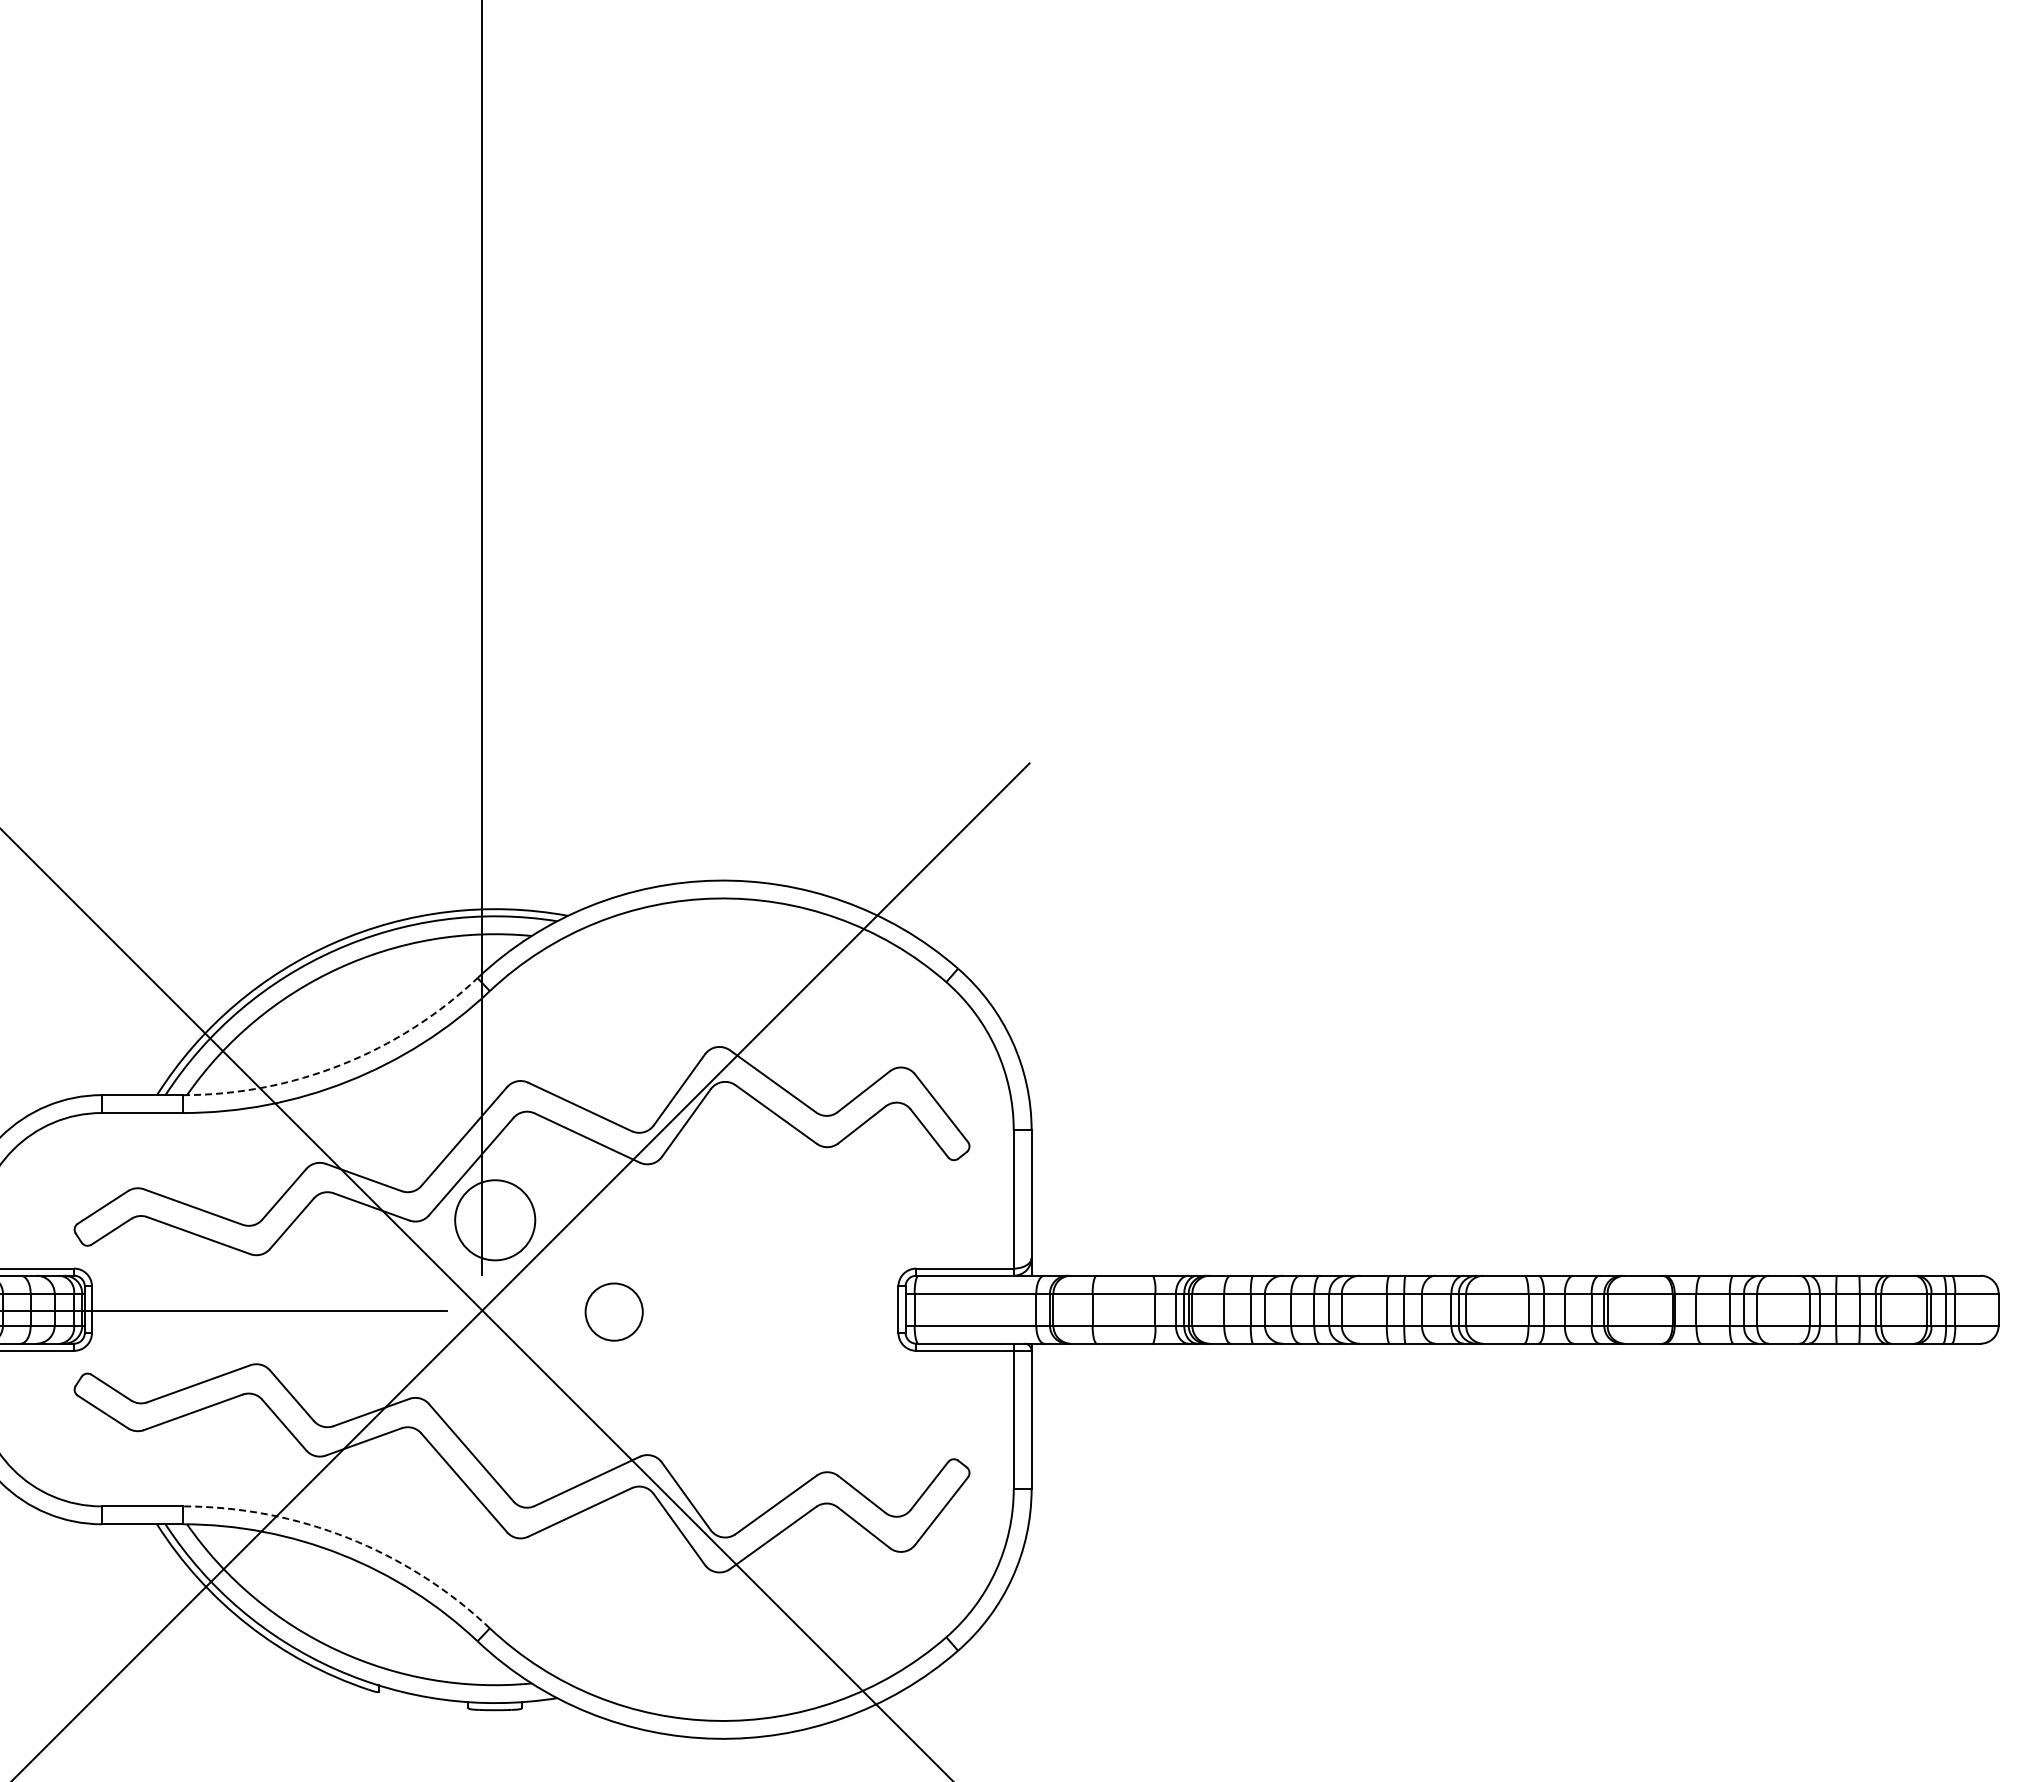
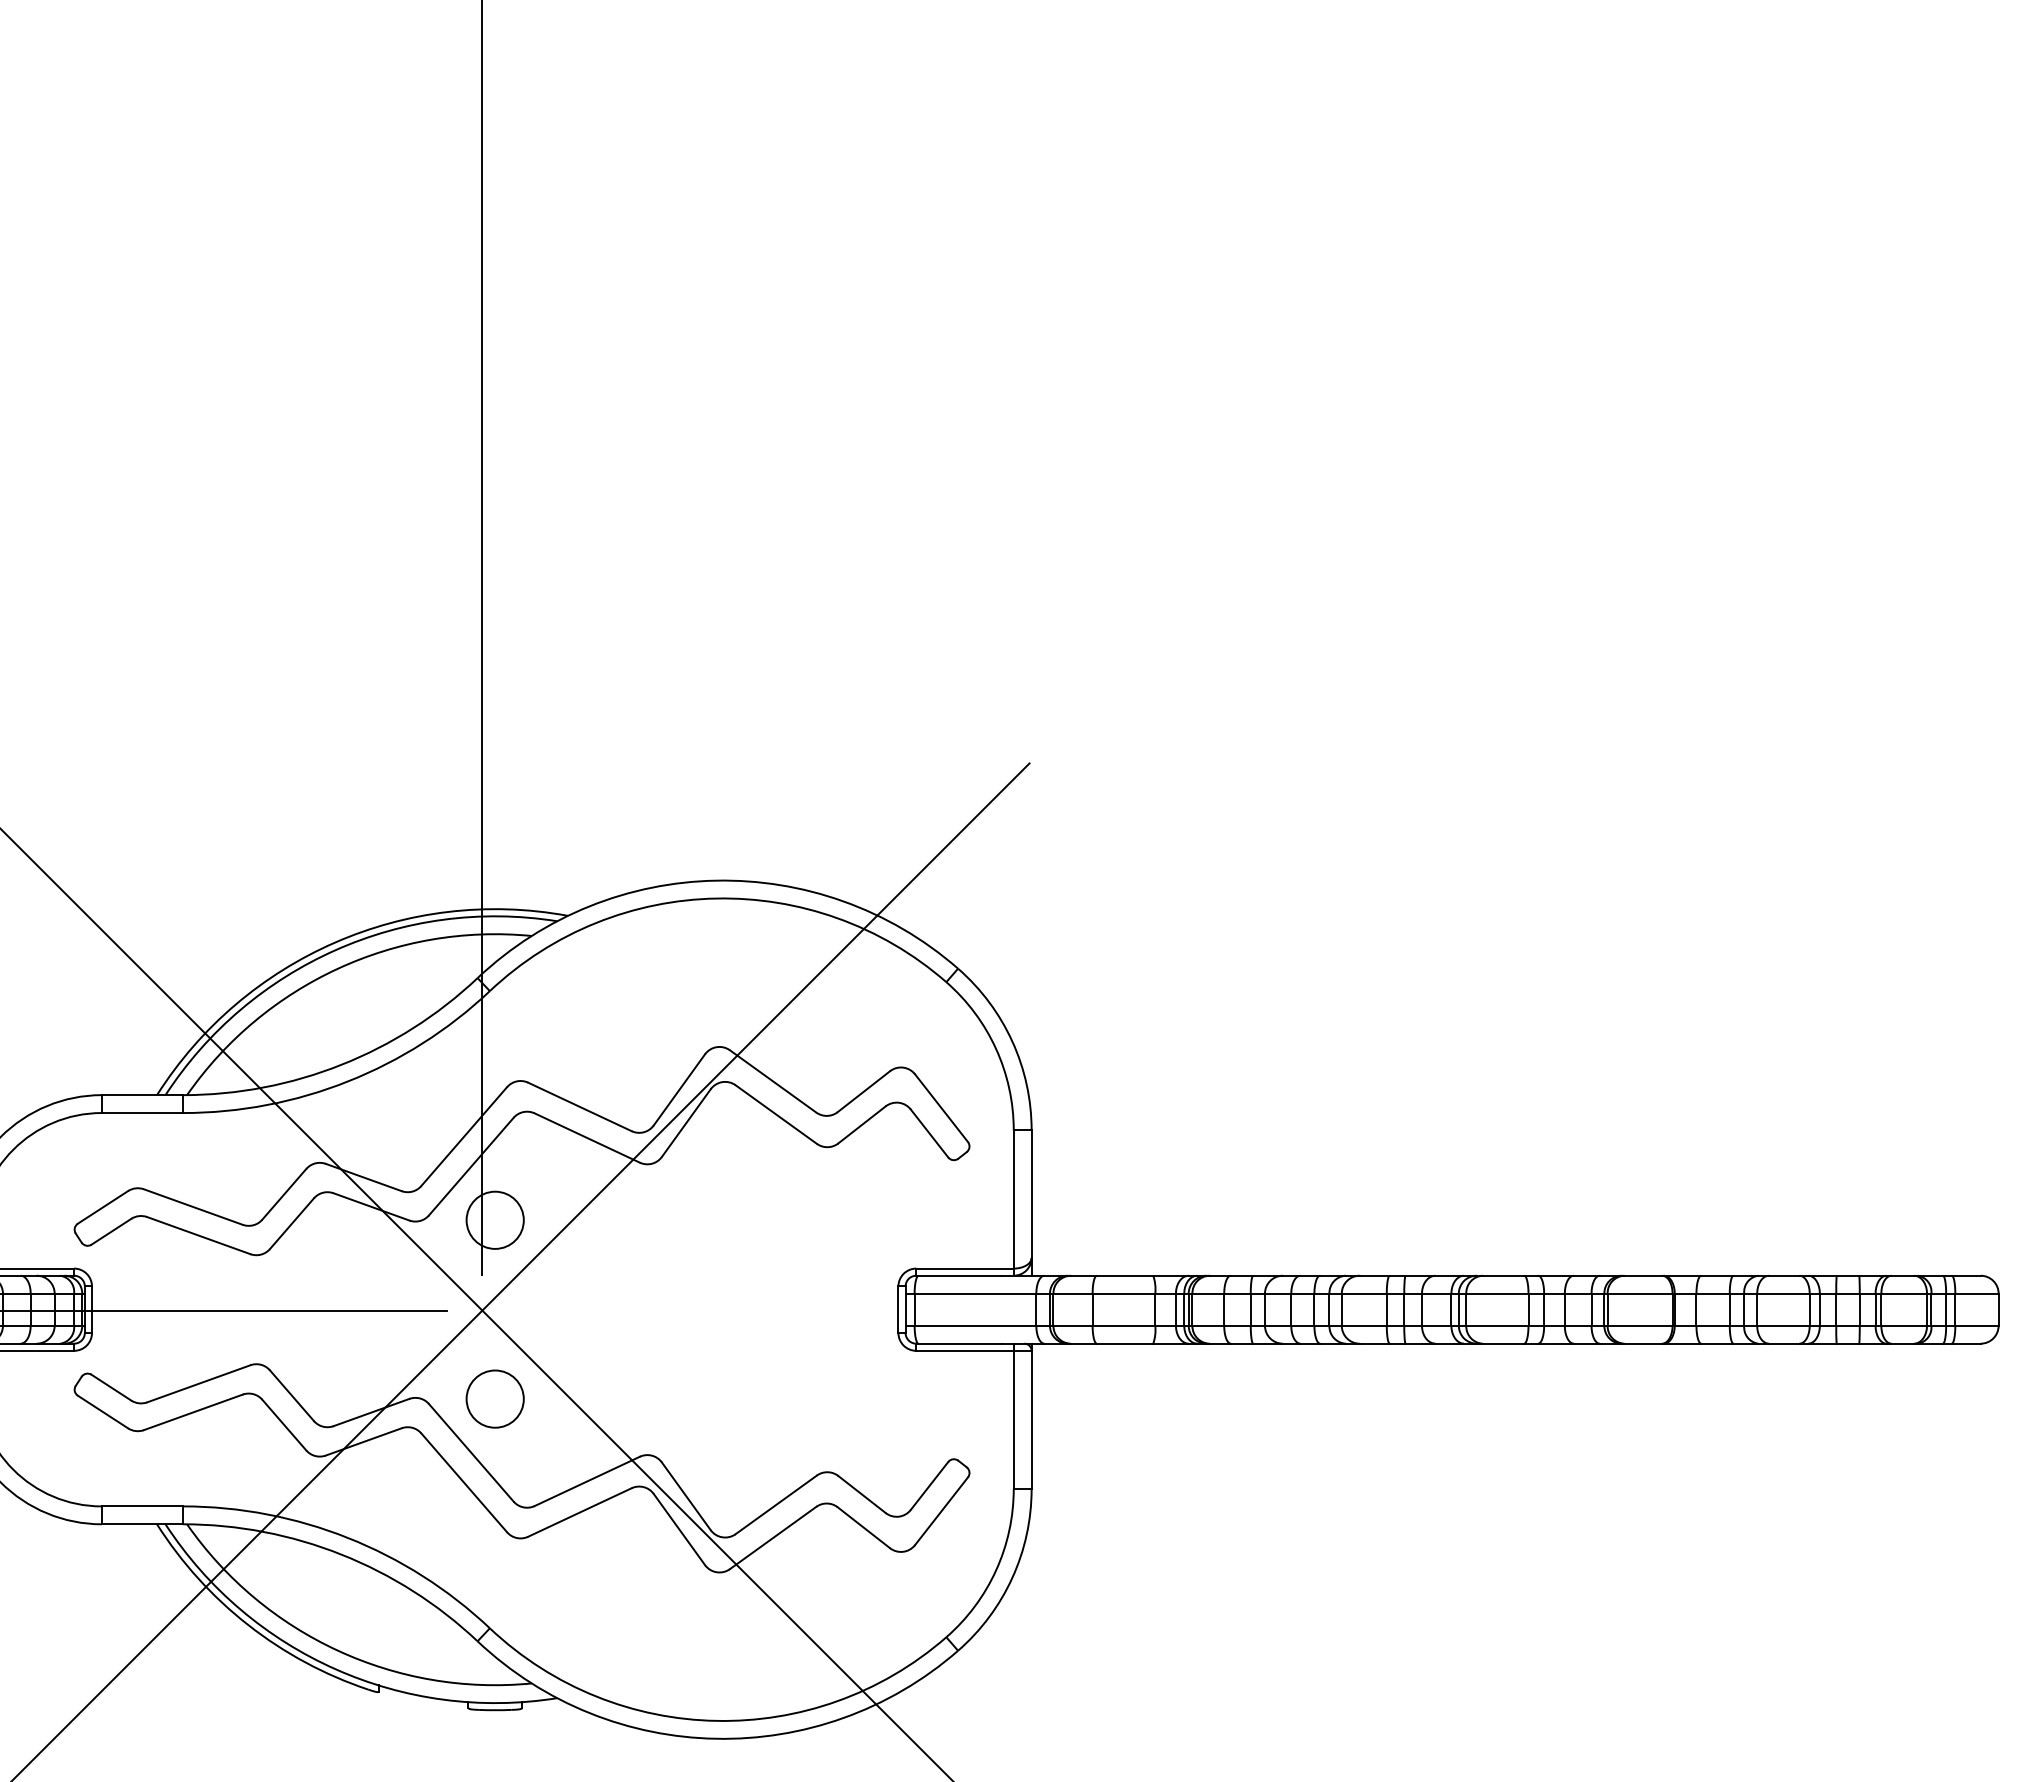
arc at (341, 1064): dashed -> solid
circle at (495, 1220) diameter: 80 px -> 57 px
circle at (613, 1311) position: (613, 1311) -> (494, 1398)
arc at (348, 1538): dashed -> solid
